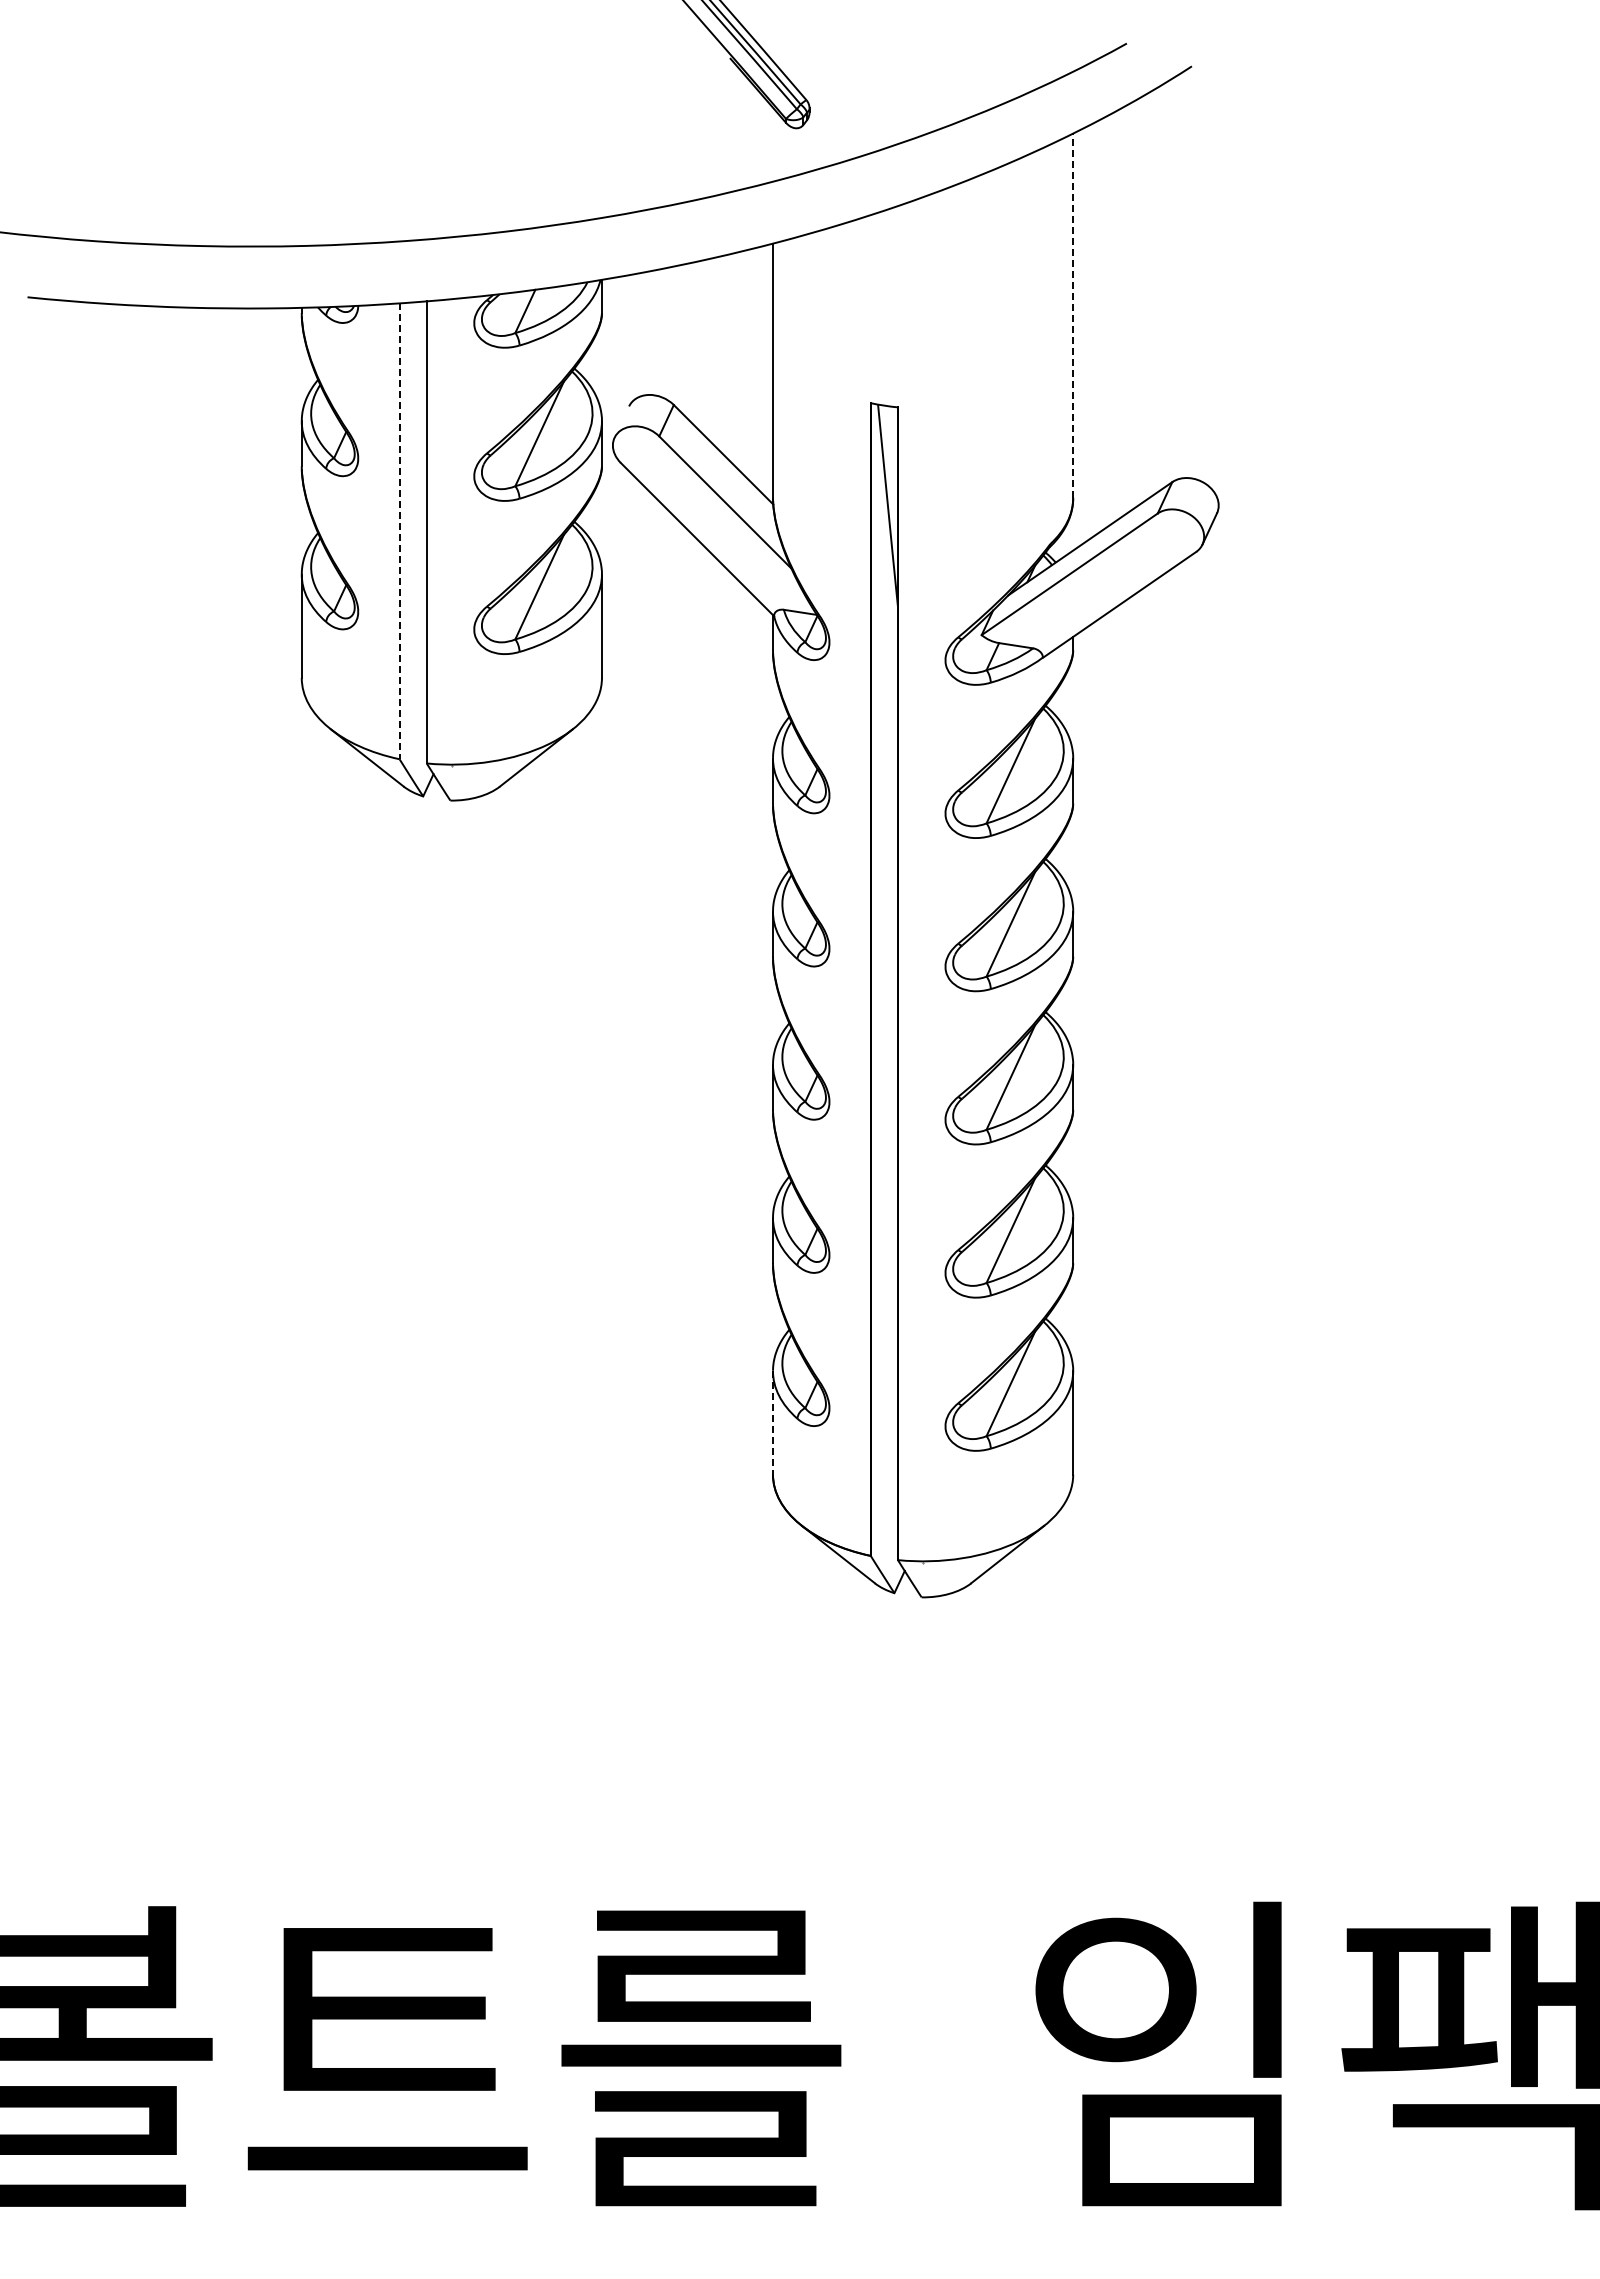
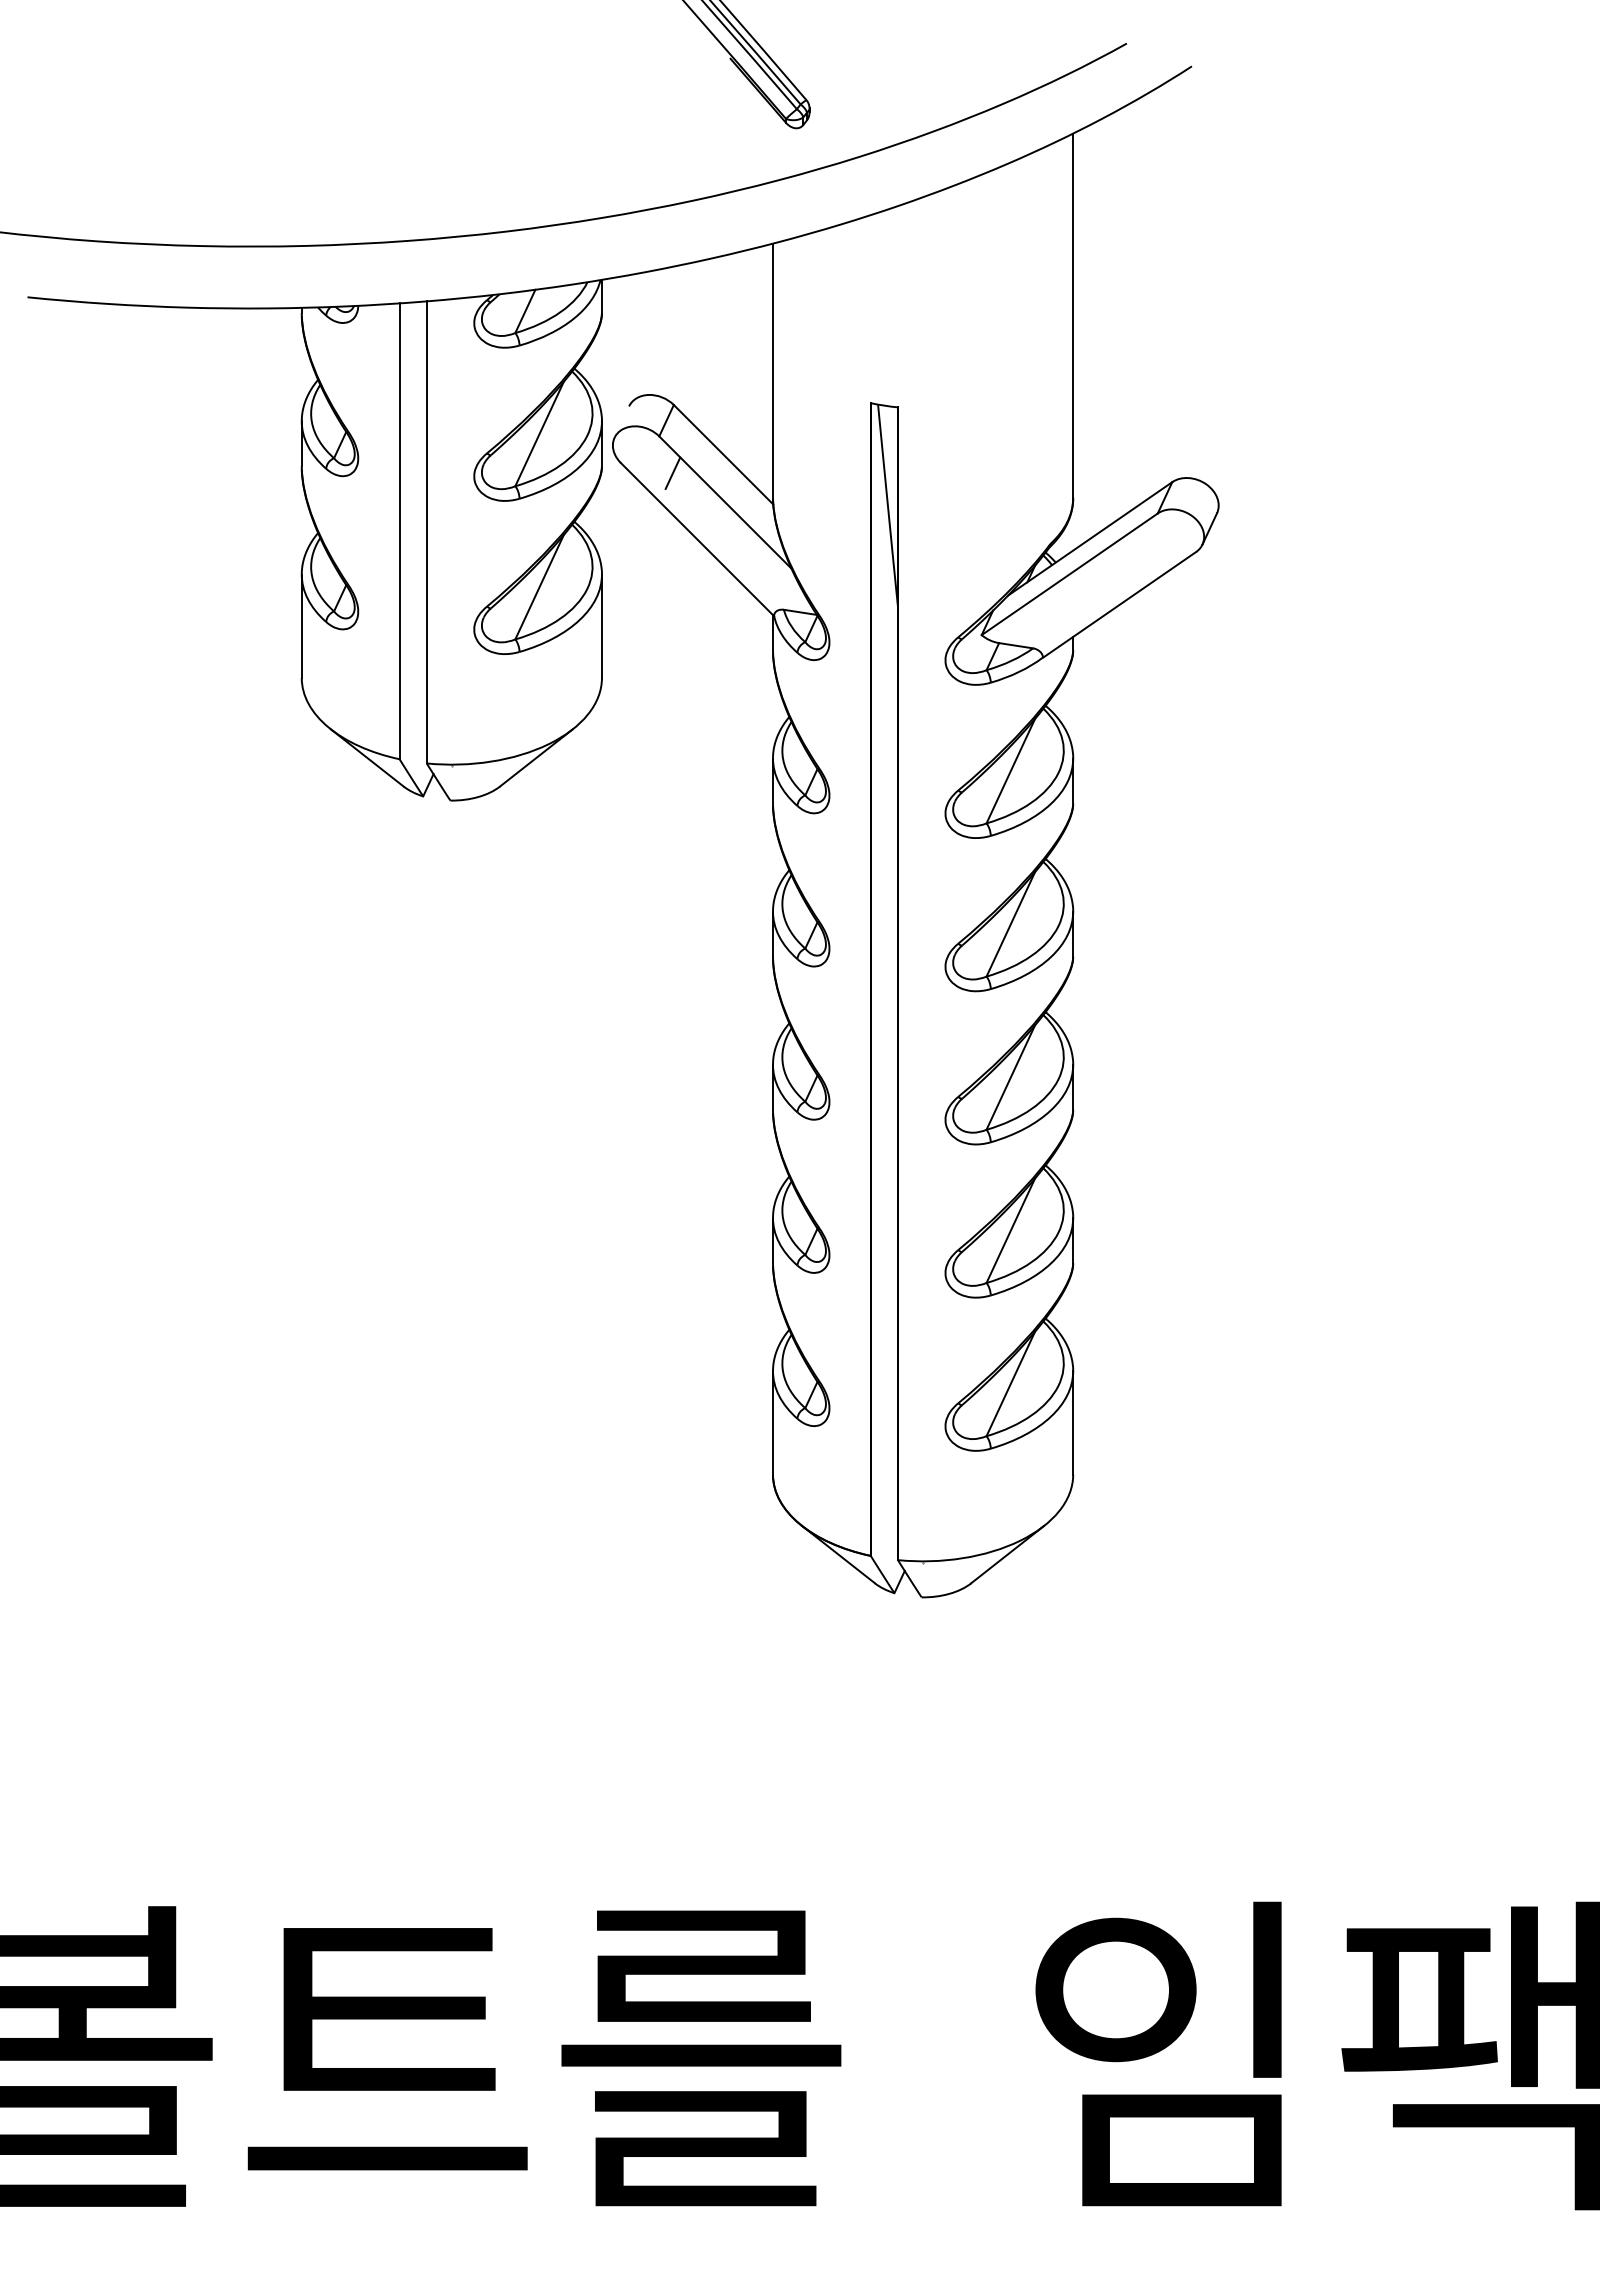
line at (1073, 315): dashed -> solid
line at (672, 472): none -> present
line at (399, 531): dashed -> solid
line at (772, 1423): dashed -> solid
